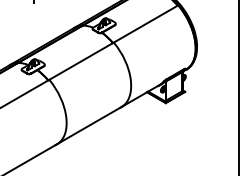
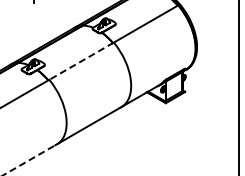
line at (80, 61): solid -> dashed
line at (30, 159): solid -> dashed
